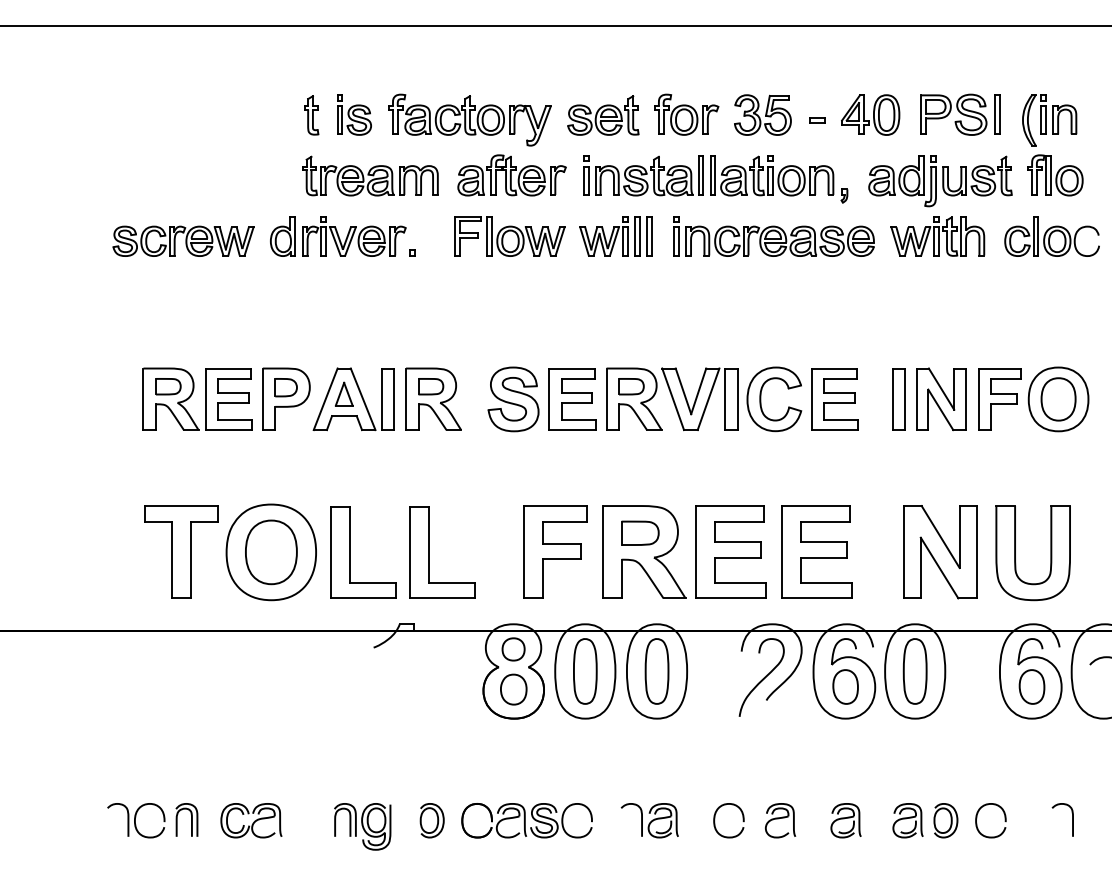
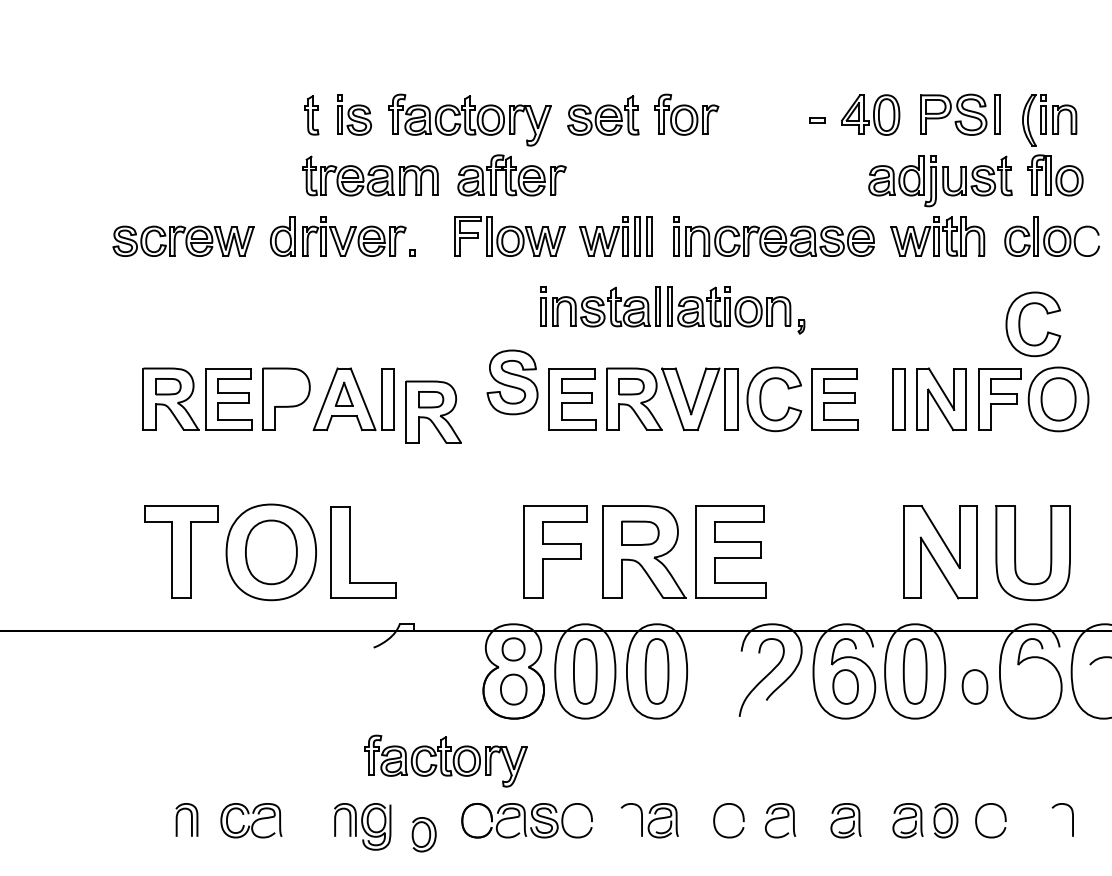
line at (555, 26): present -> none
part at (762, 114): present -> none
part at (715, 179) position: (715, 179) -> (672, 310)
part at (1020, 324): none -> present
part at (285, 387): present -> none
part at (433, 398) position: (433, 398) -> (433, 411)
part at (513, 399) position: (513, 399) -> (512, 382)
part at (816, 551): present -> none
part at (429, 552): present -> none
part at (1031, 686) position: (1031, 686) -> (974, 686)
part at (445, 760): none -> present
part at (136, 820): present -> none
part at (431, 820) position: (431, 820) -> (423, 834)
